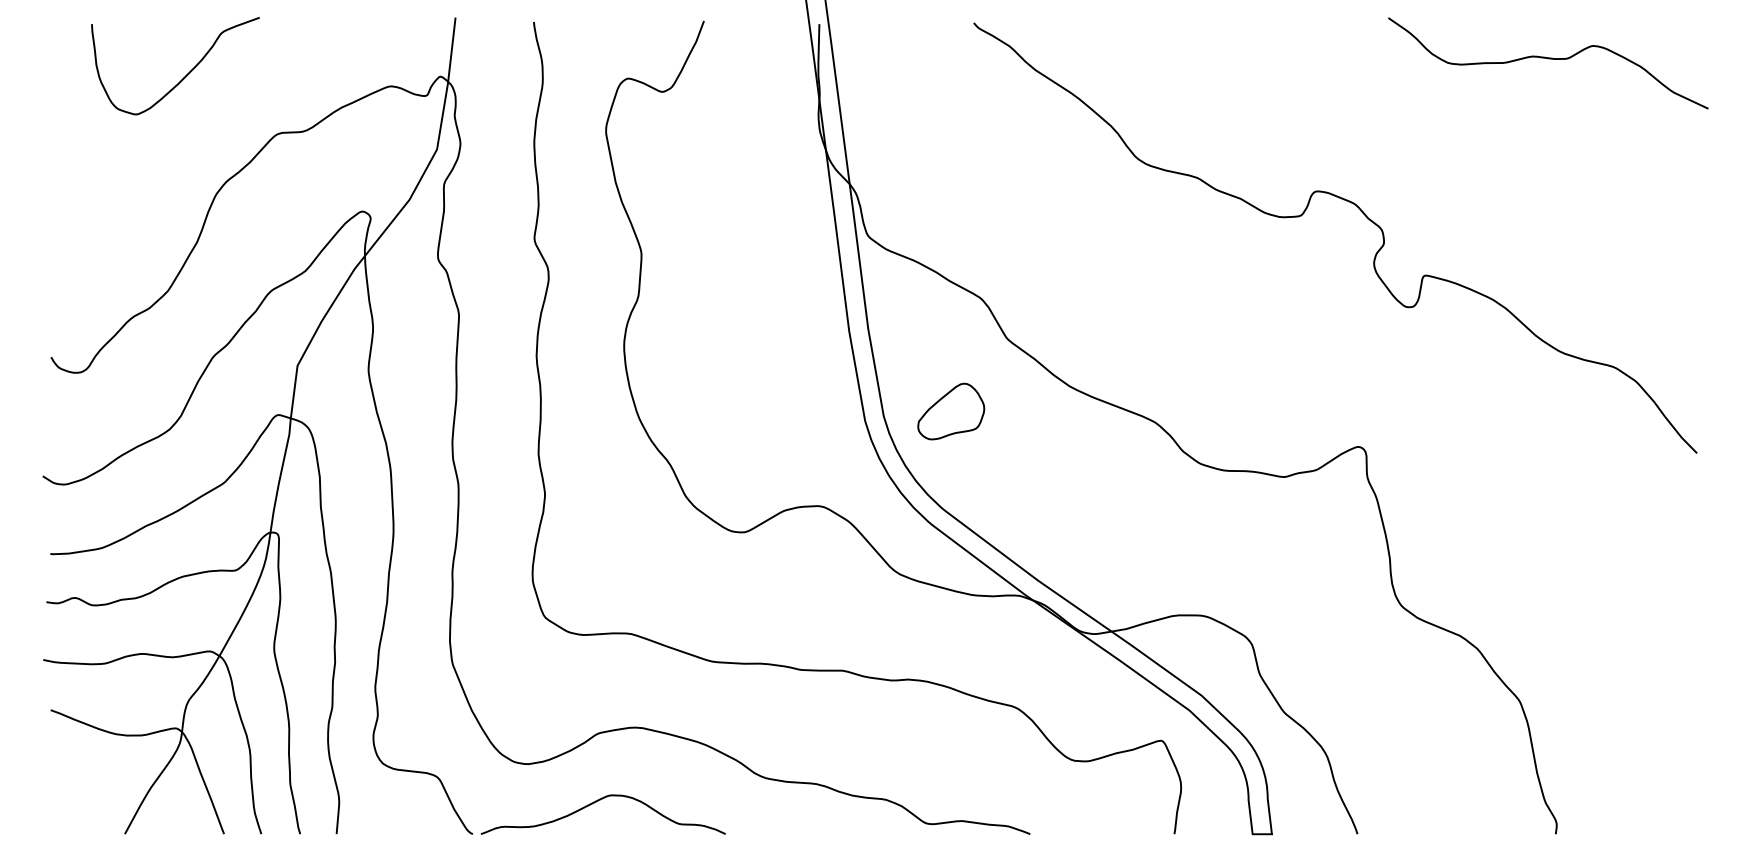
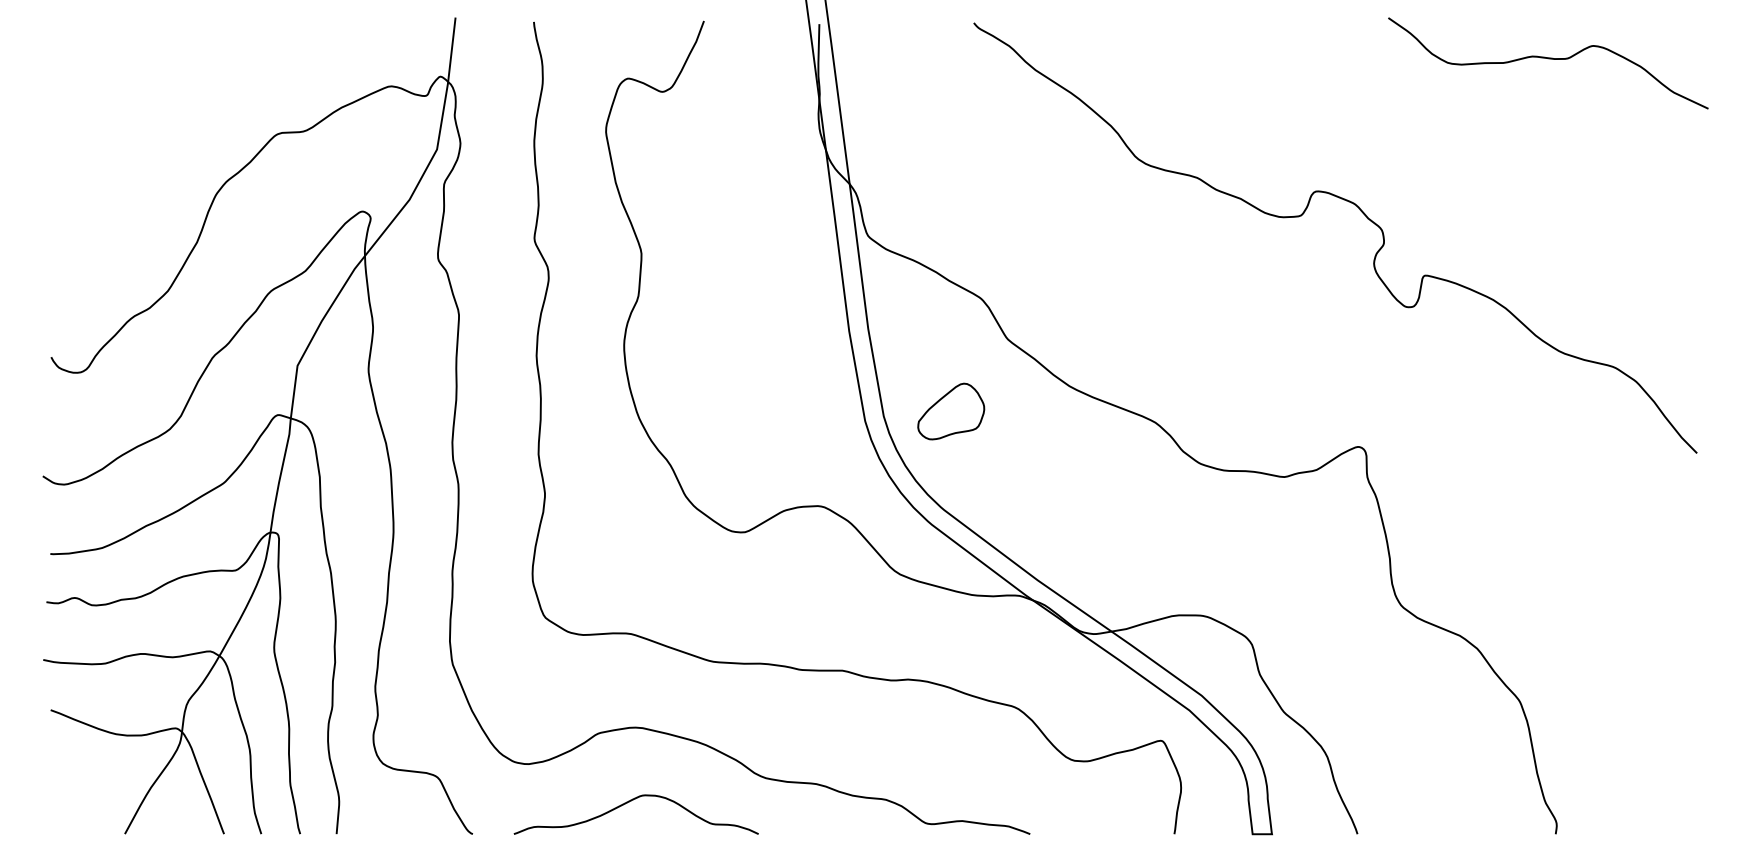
curve at (185, 75): present -> none
curve at (596, 802) position: (596, 802) -> (629, 802)
